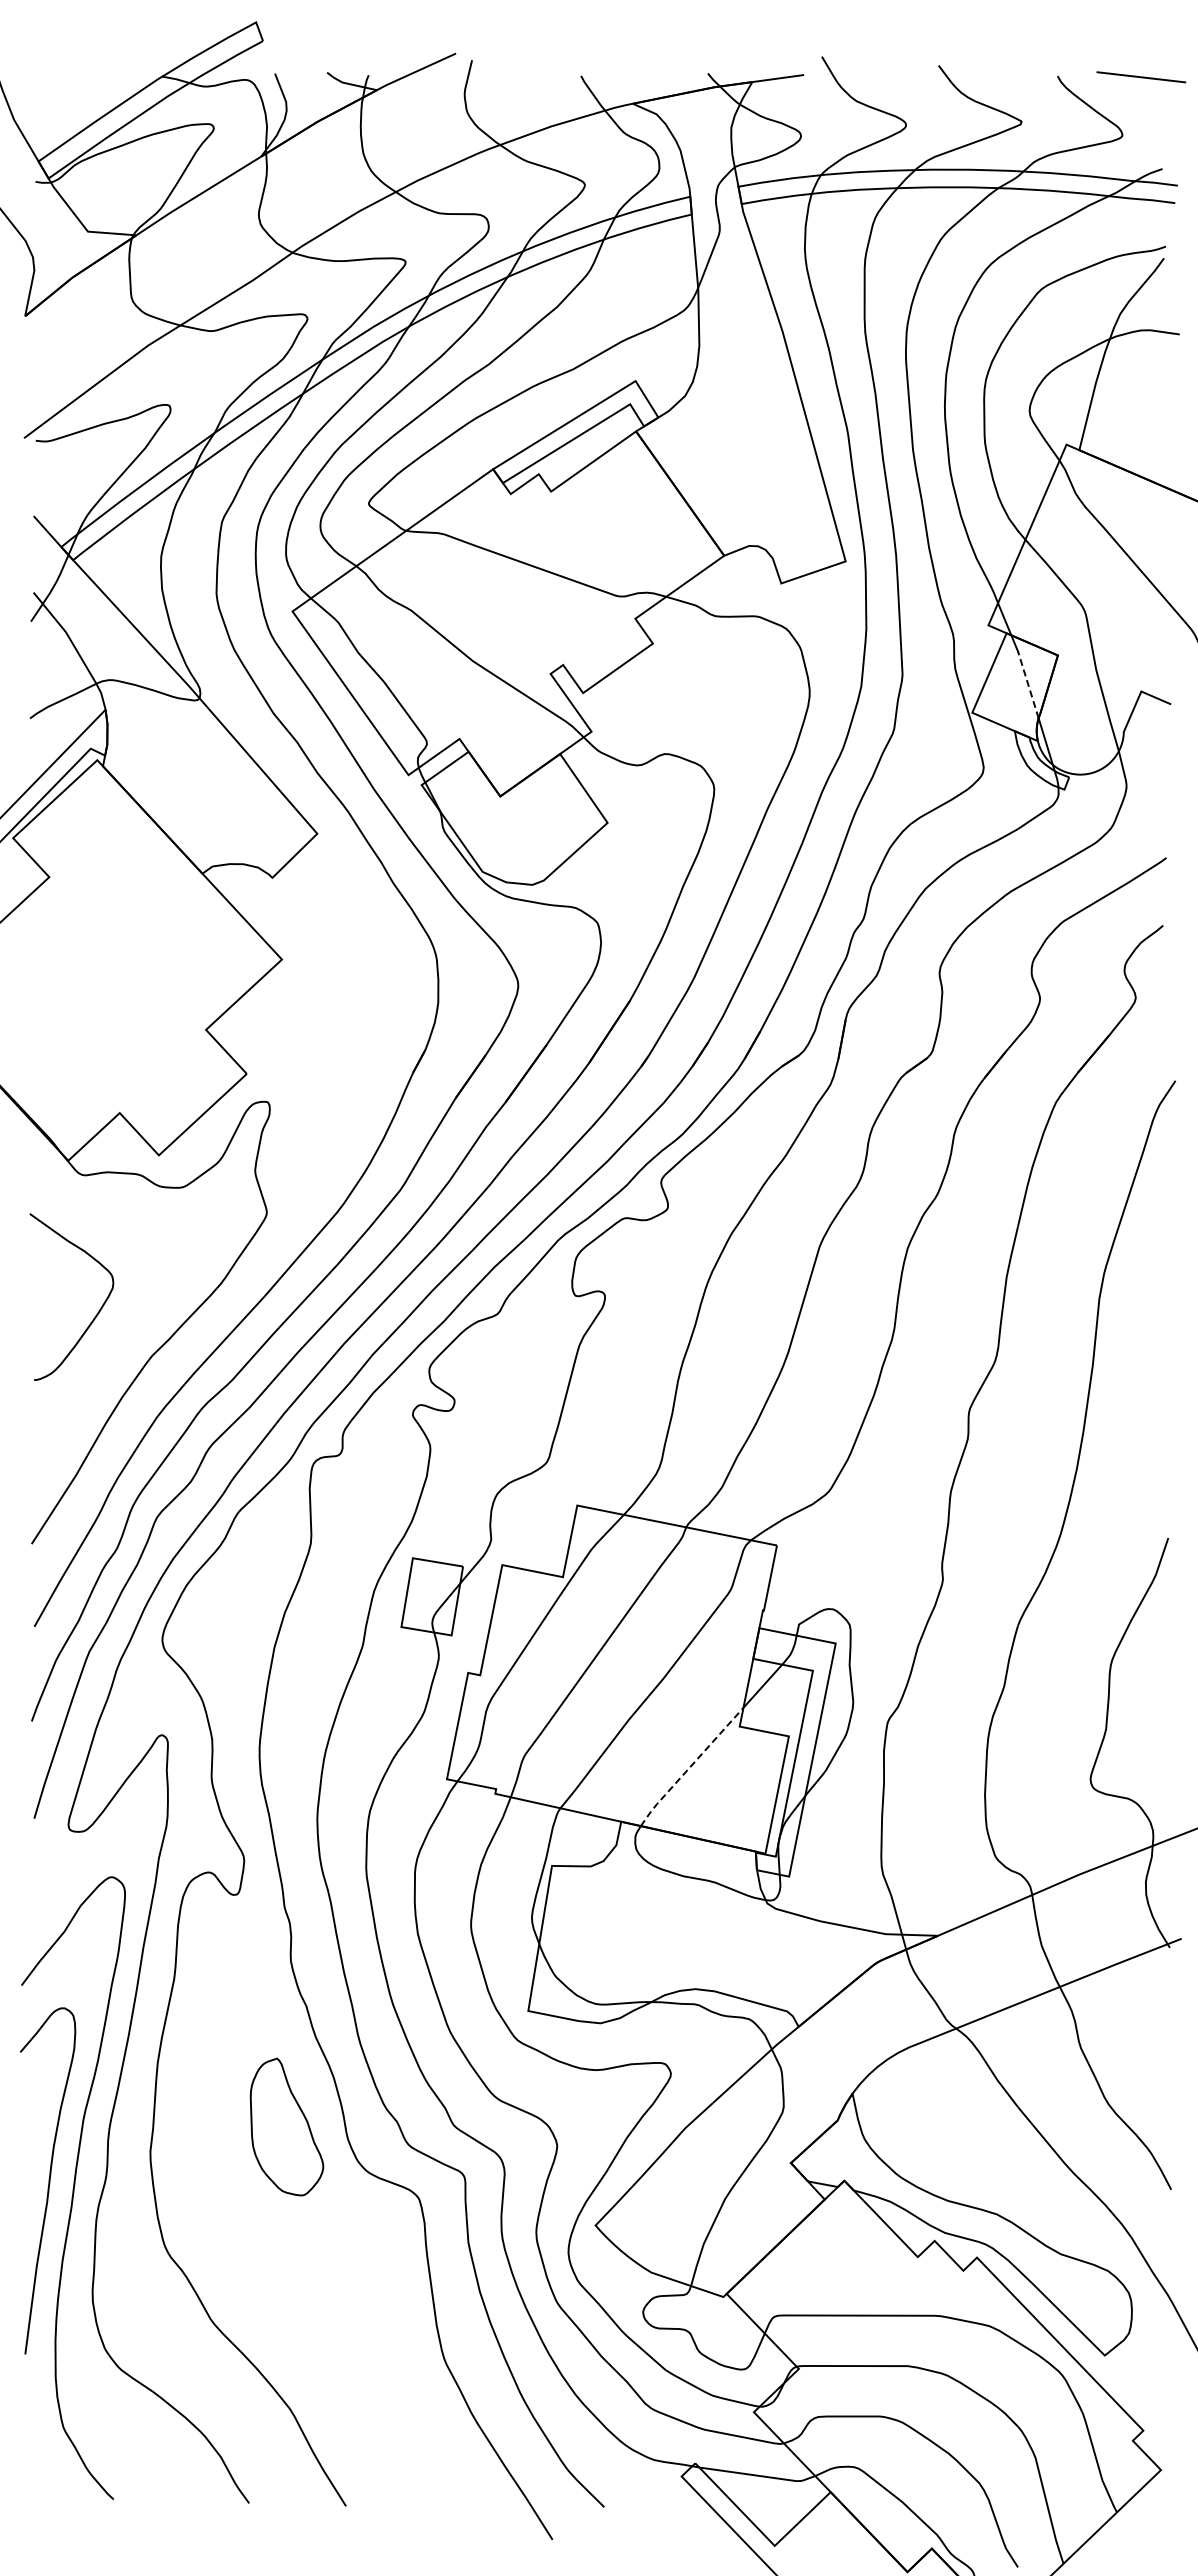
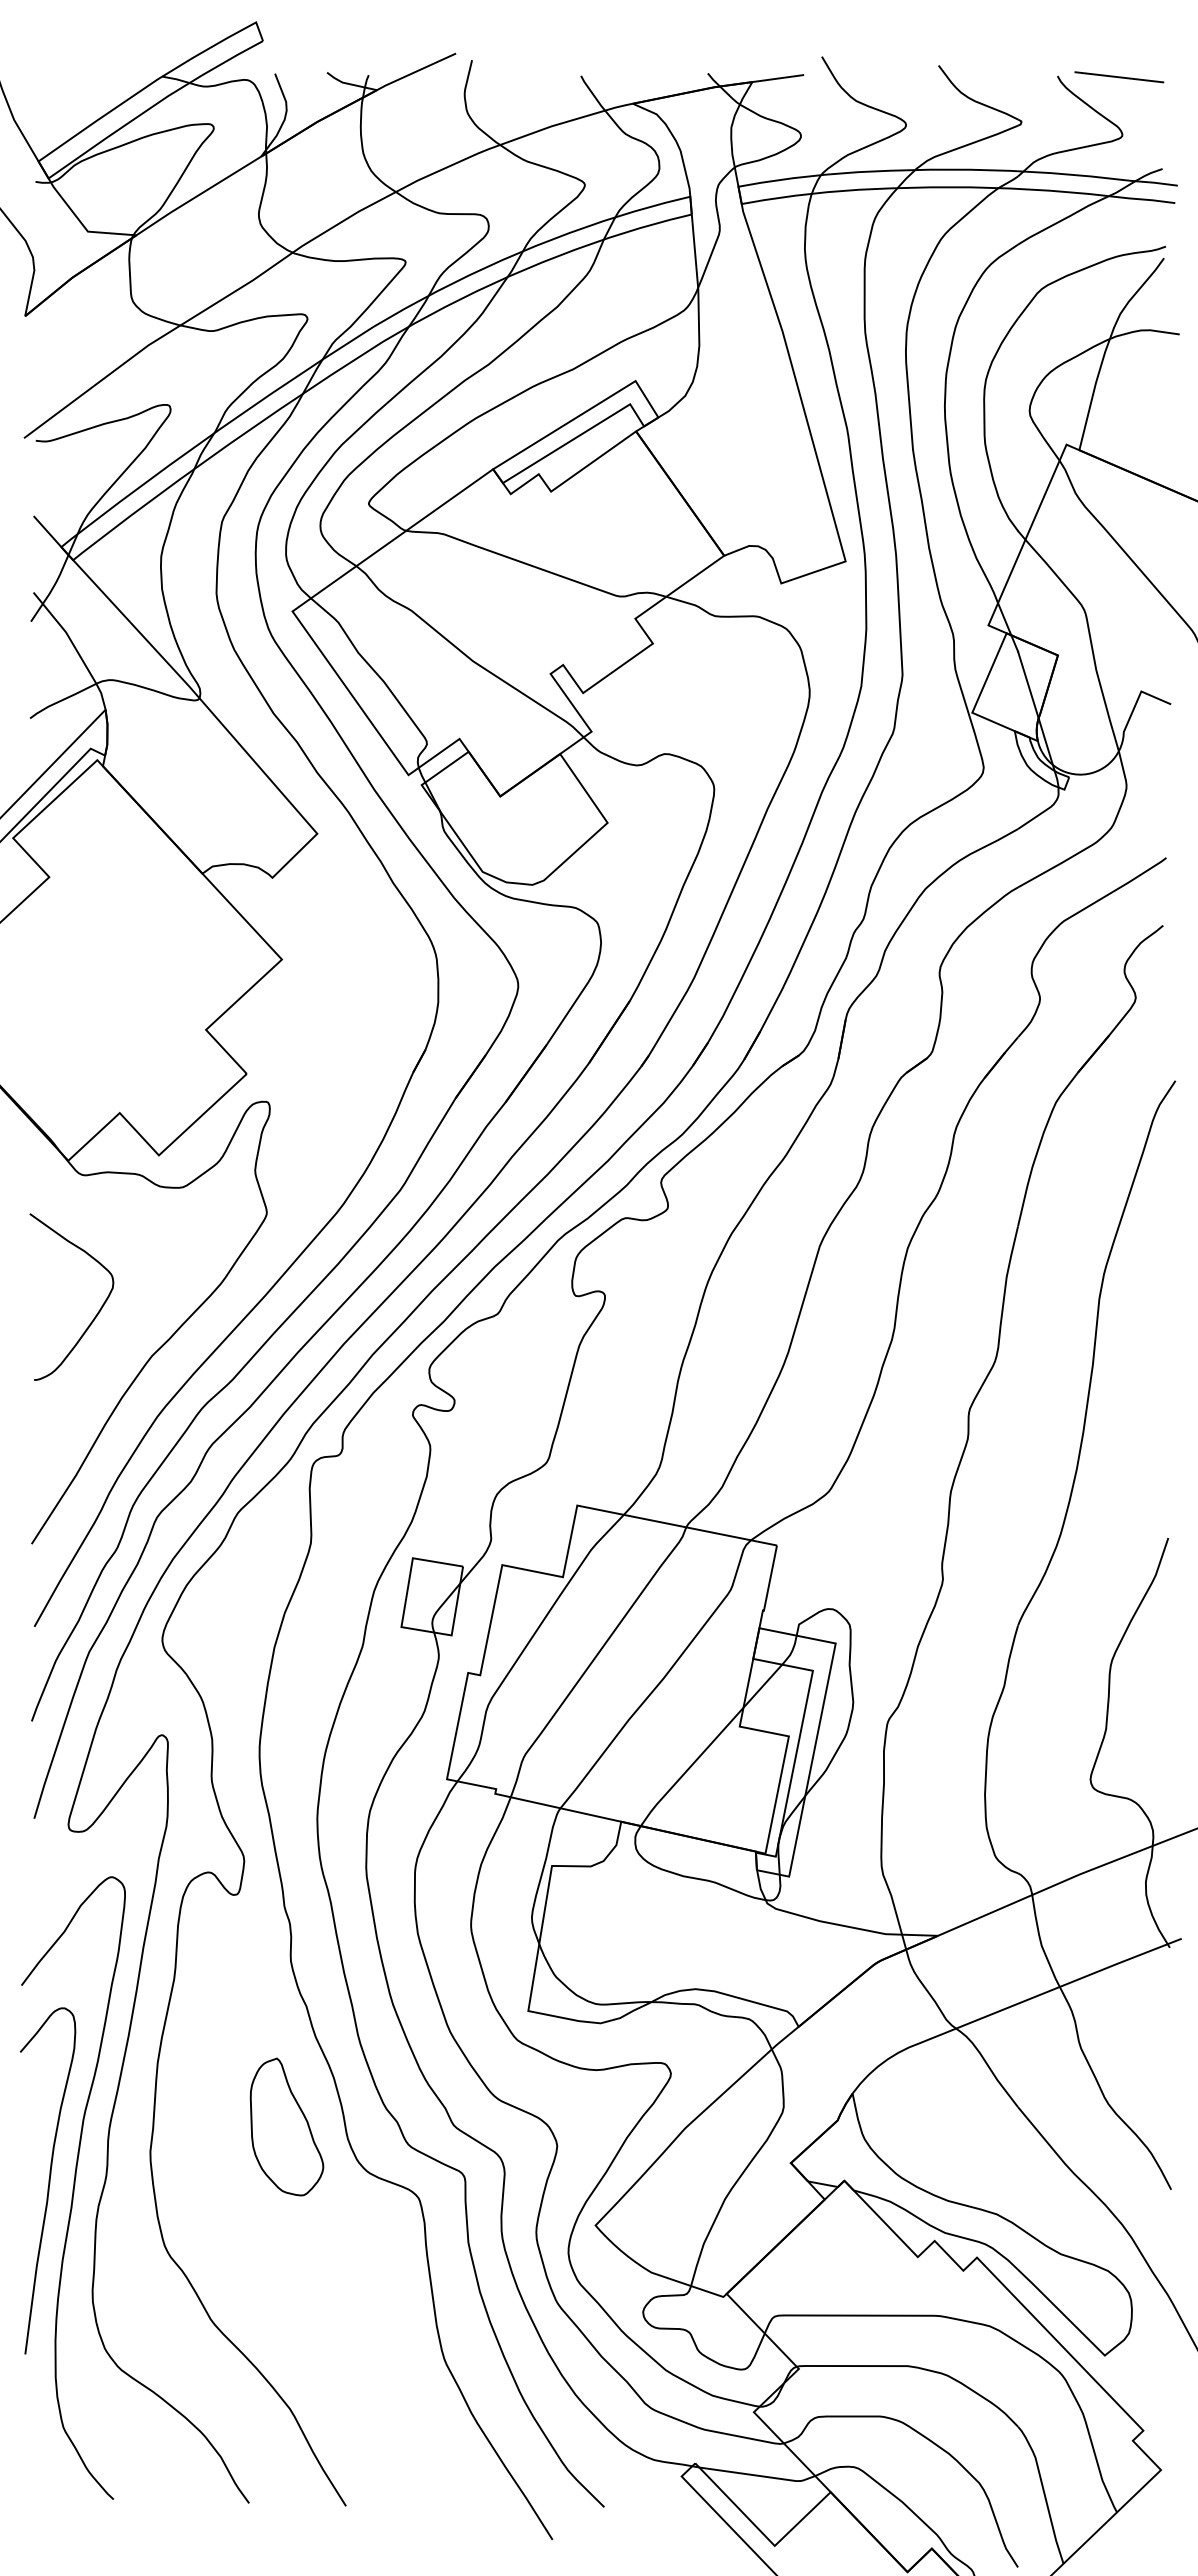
line at (1141, 77) position: (1141, 77) -> (1119, 77)
line at (1028, 684): dashed -> solid
line at (690, 1767): dashed -> solid
